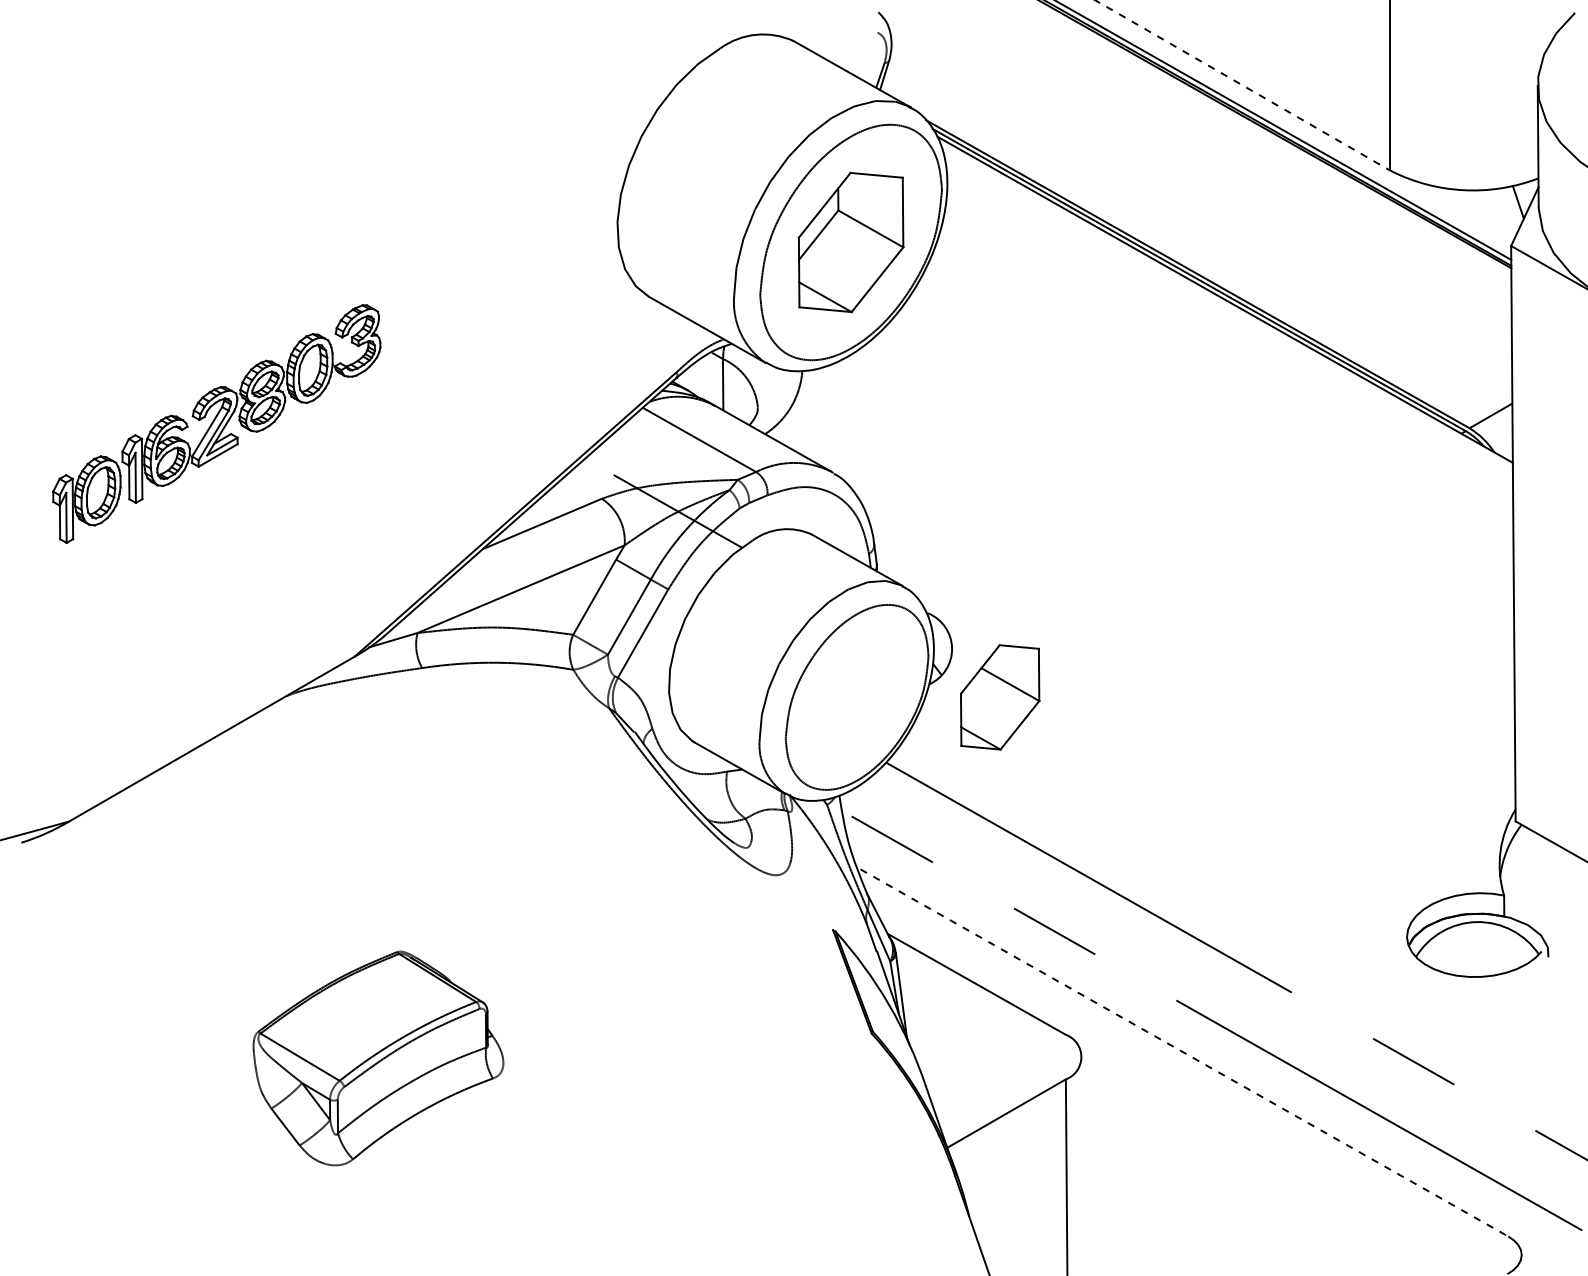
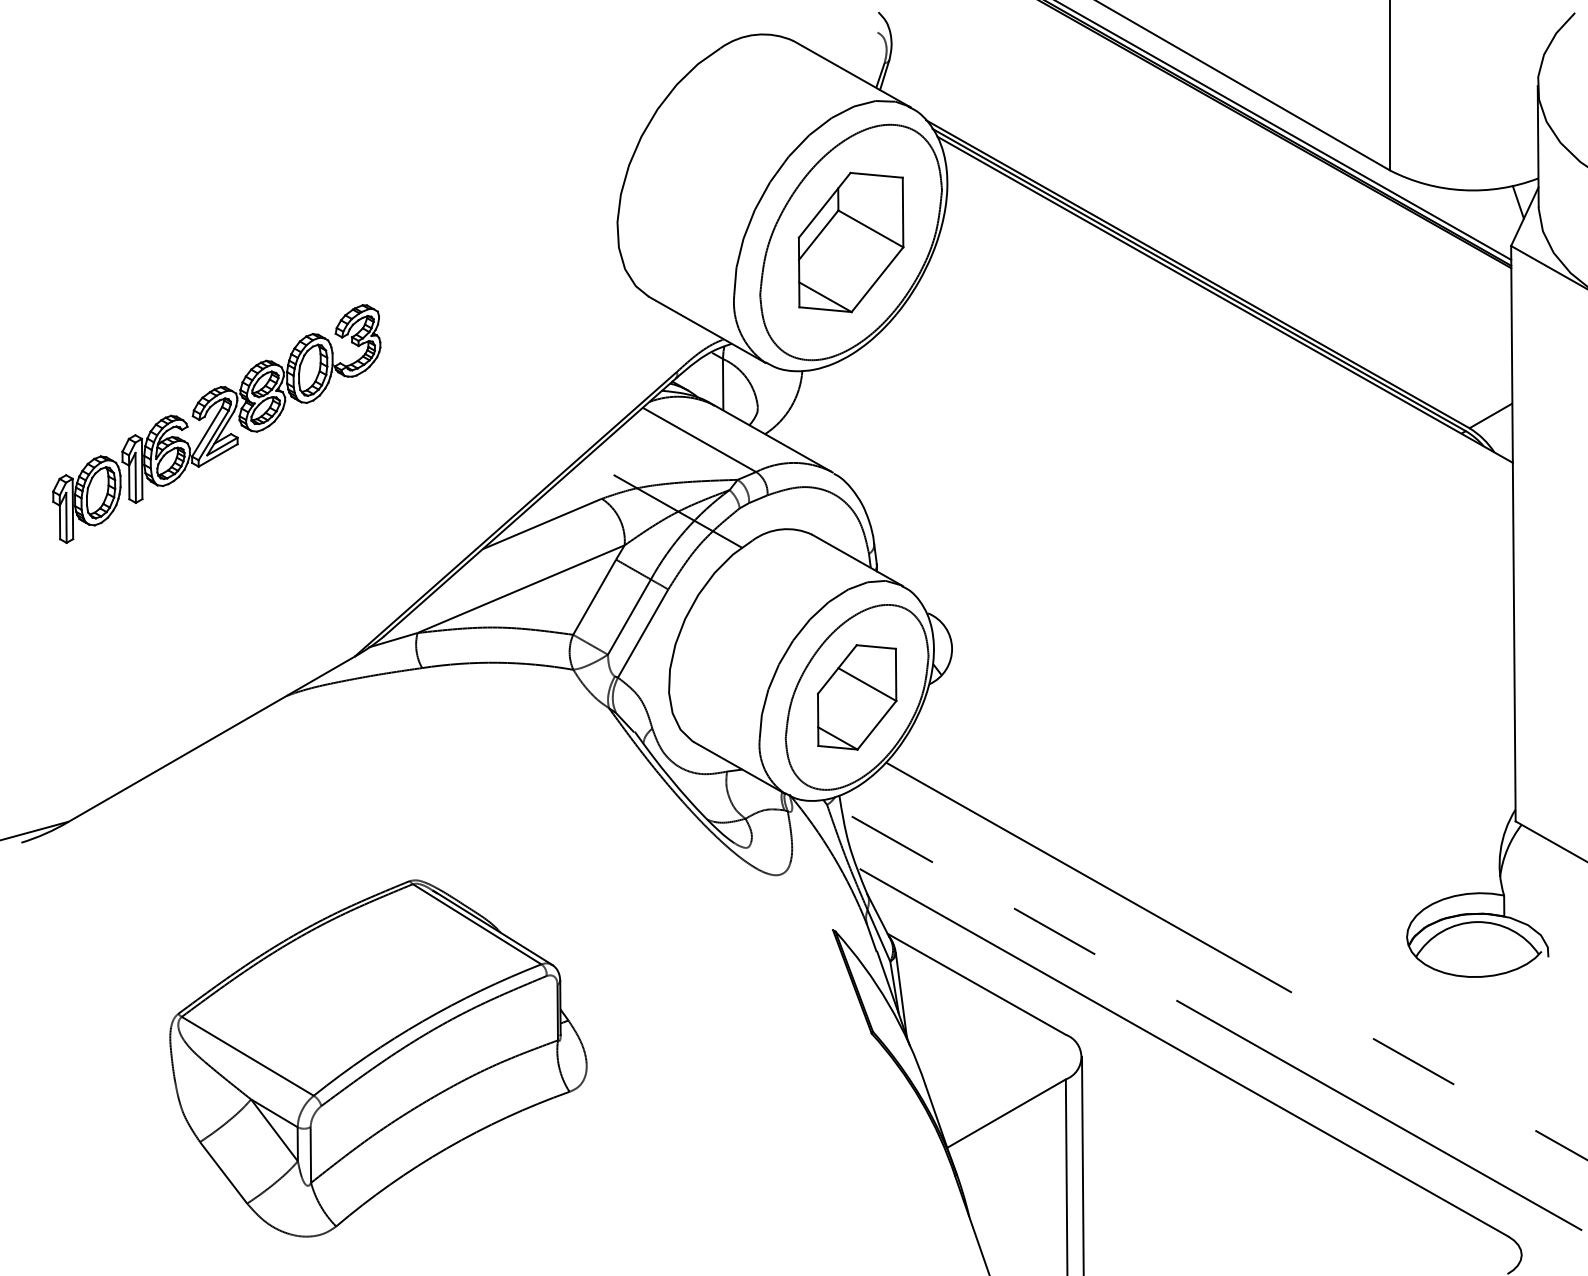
line at (1242, 85): dashed -> solid
part at (1000, 697) position: (1000, 697) -> (857, 697)
line at (1184, 1053): dashed -> solid
part at (378, 1058) size: 253x217 px -> 419x359 px
line at (1082, 1164): none -> present
